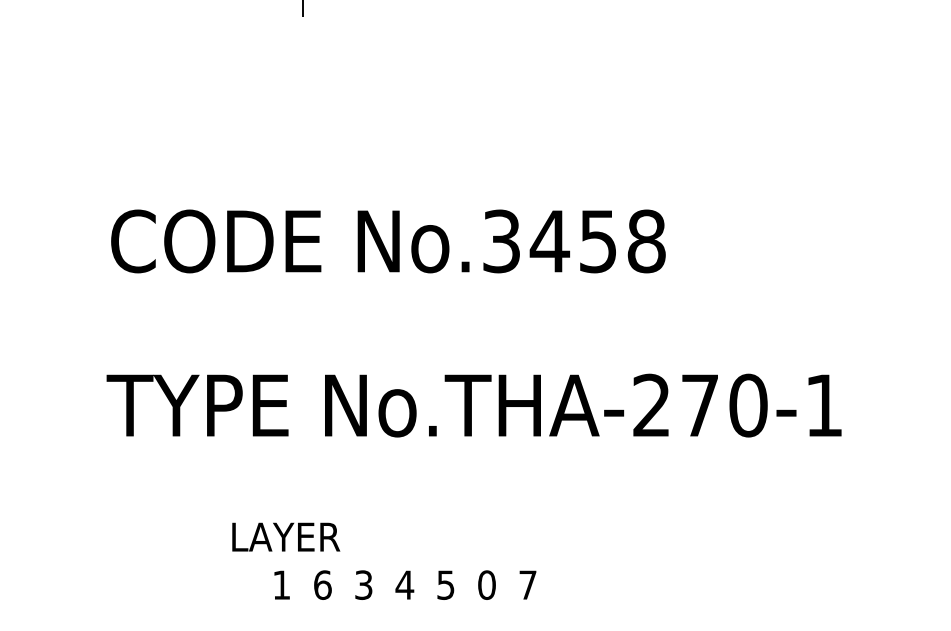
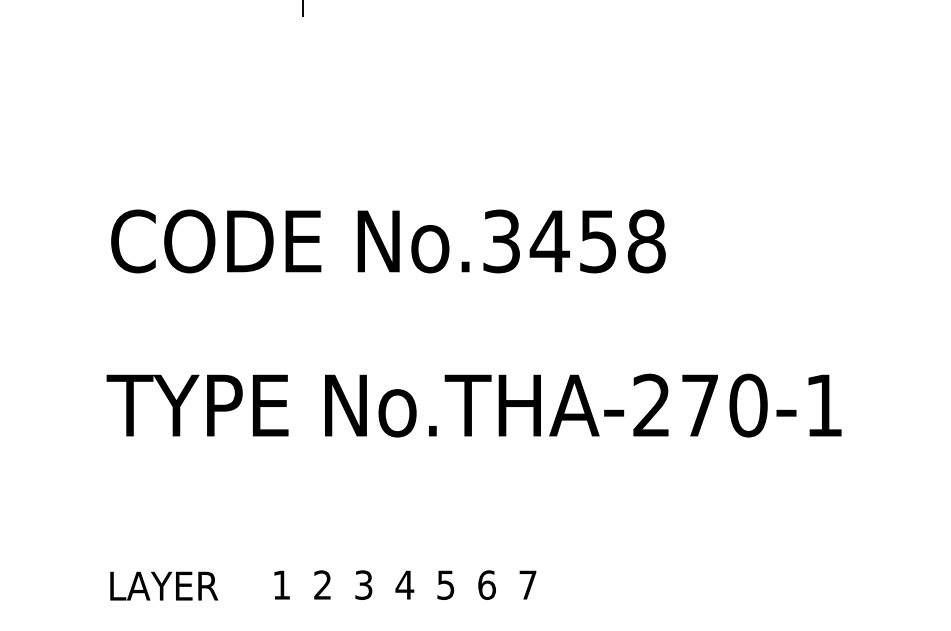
text at (286, 536) position: (286, 536) -> (164, 585)
text at (322, 584): 6 -> 2
text at (486, 584): 0 -> 6
